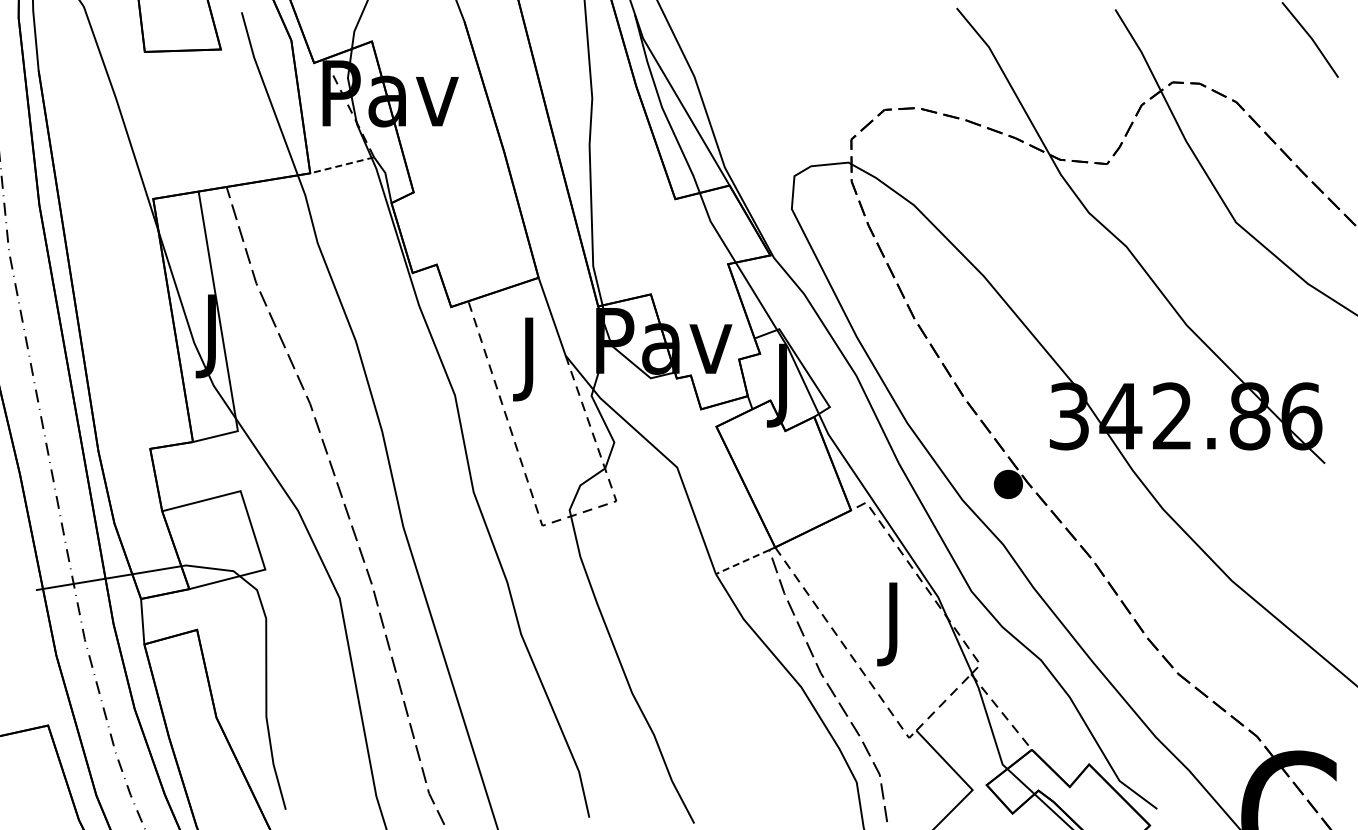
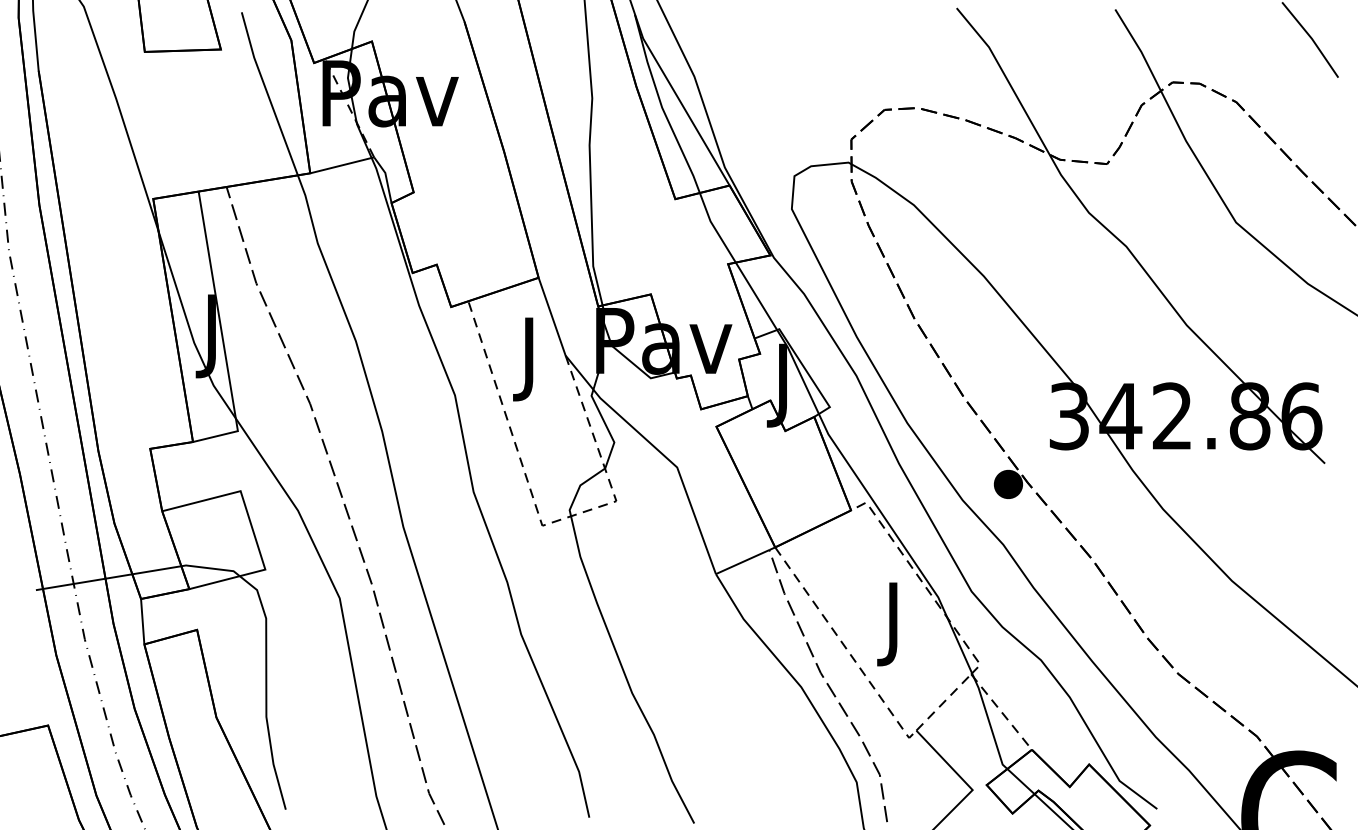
line at (342, 165): dashed -> solid
line at (742, 562): dashed -> solid
